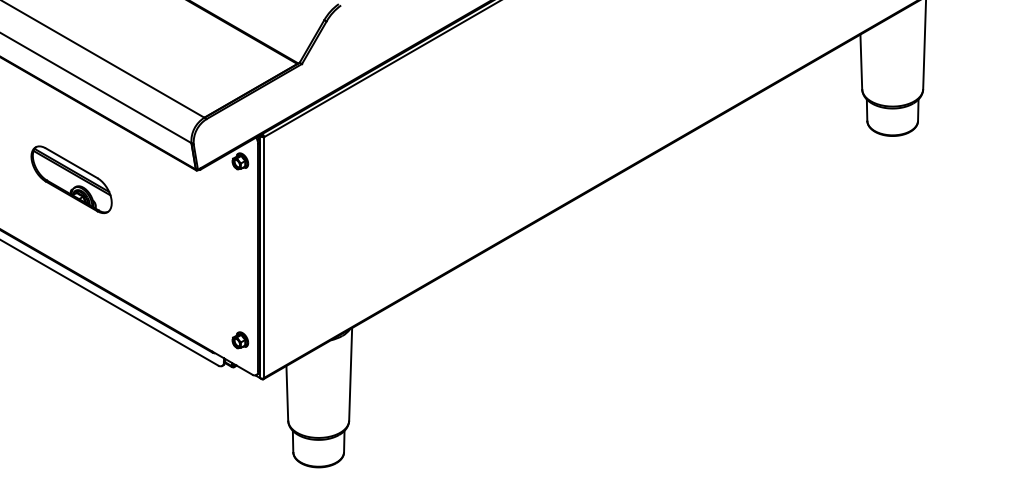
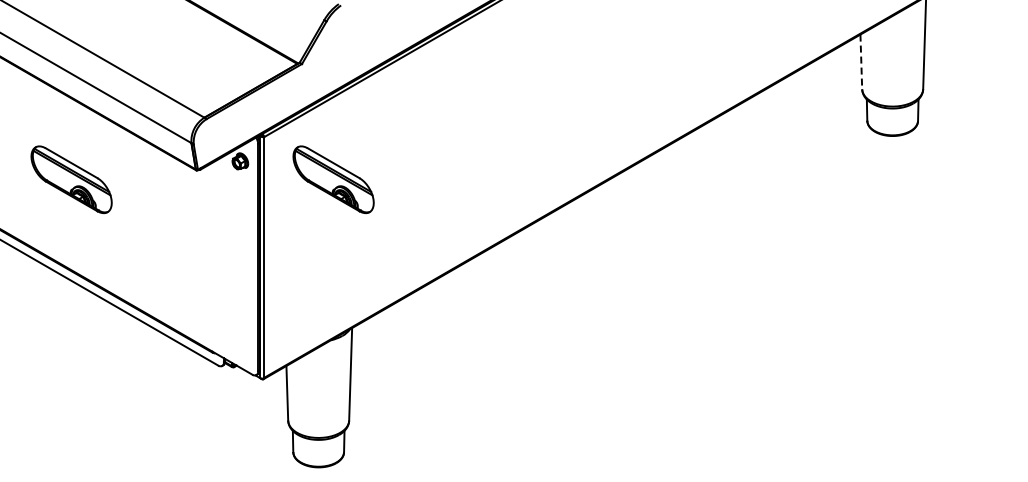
line at (861, 62): solid -> dashed
part at (333, 179): none -> present
part at (240, 340): present -> none
